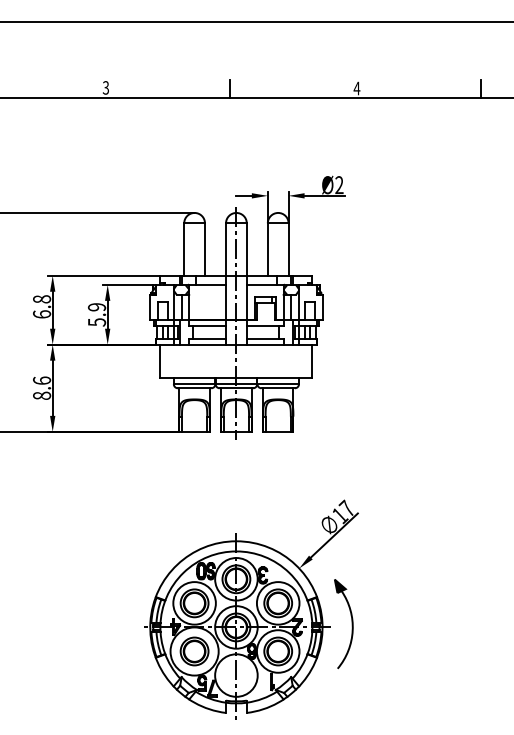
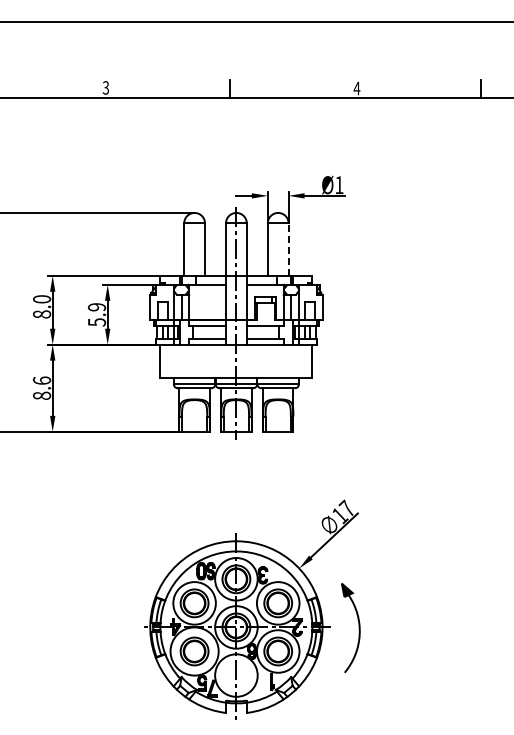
text at (339, 184): Ø2 -> Ø1
line at (288, 249): solid -> dashed
text at (41, 306): 6.8 -> 8.0
part at (351, 624) position: (351, 624) -> (358, 628)
